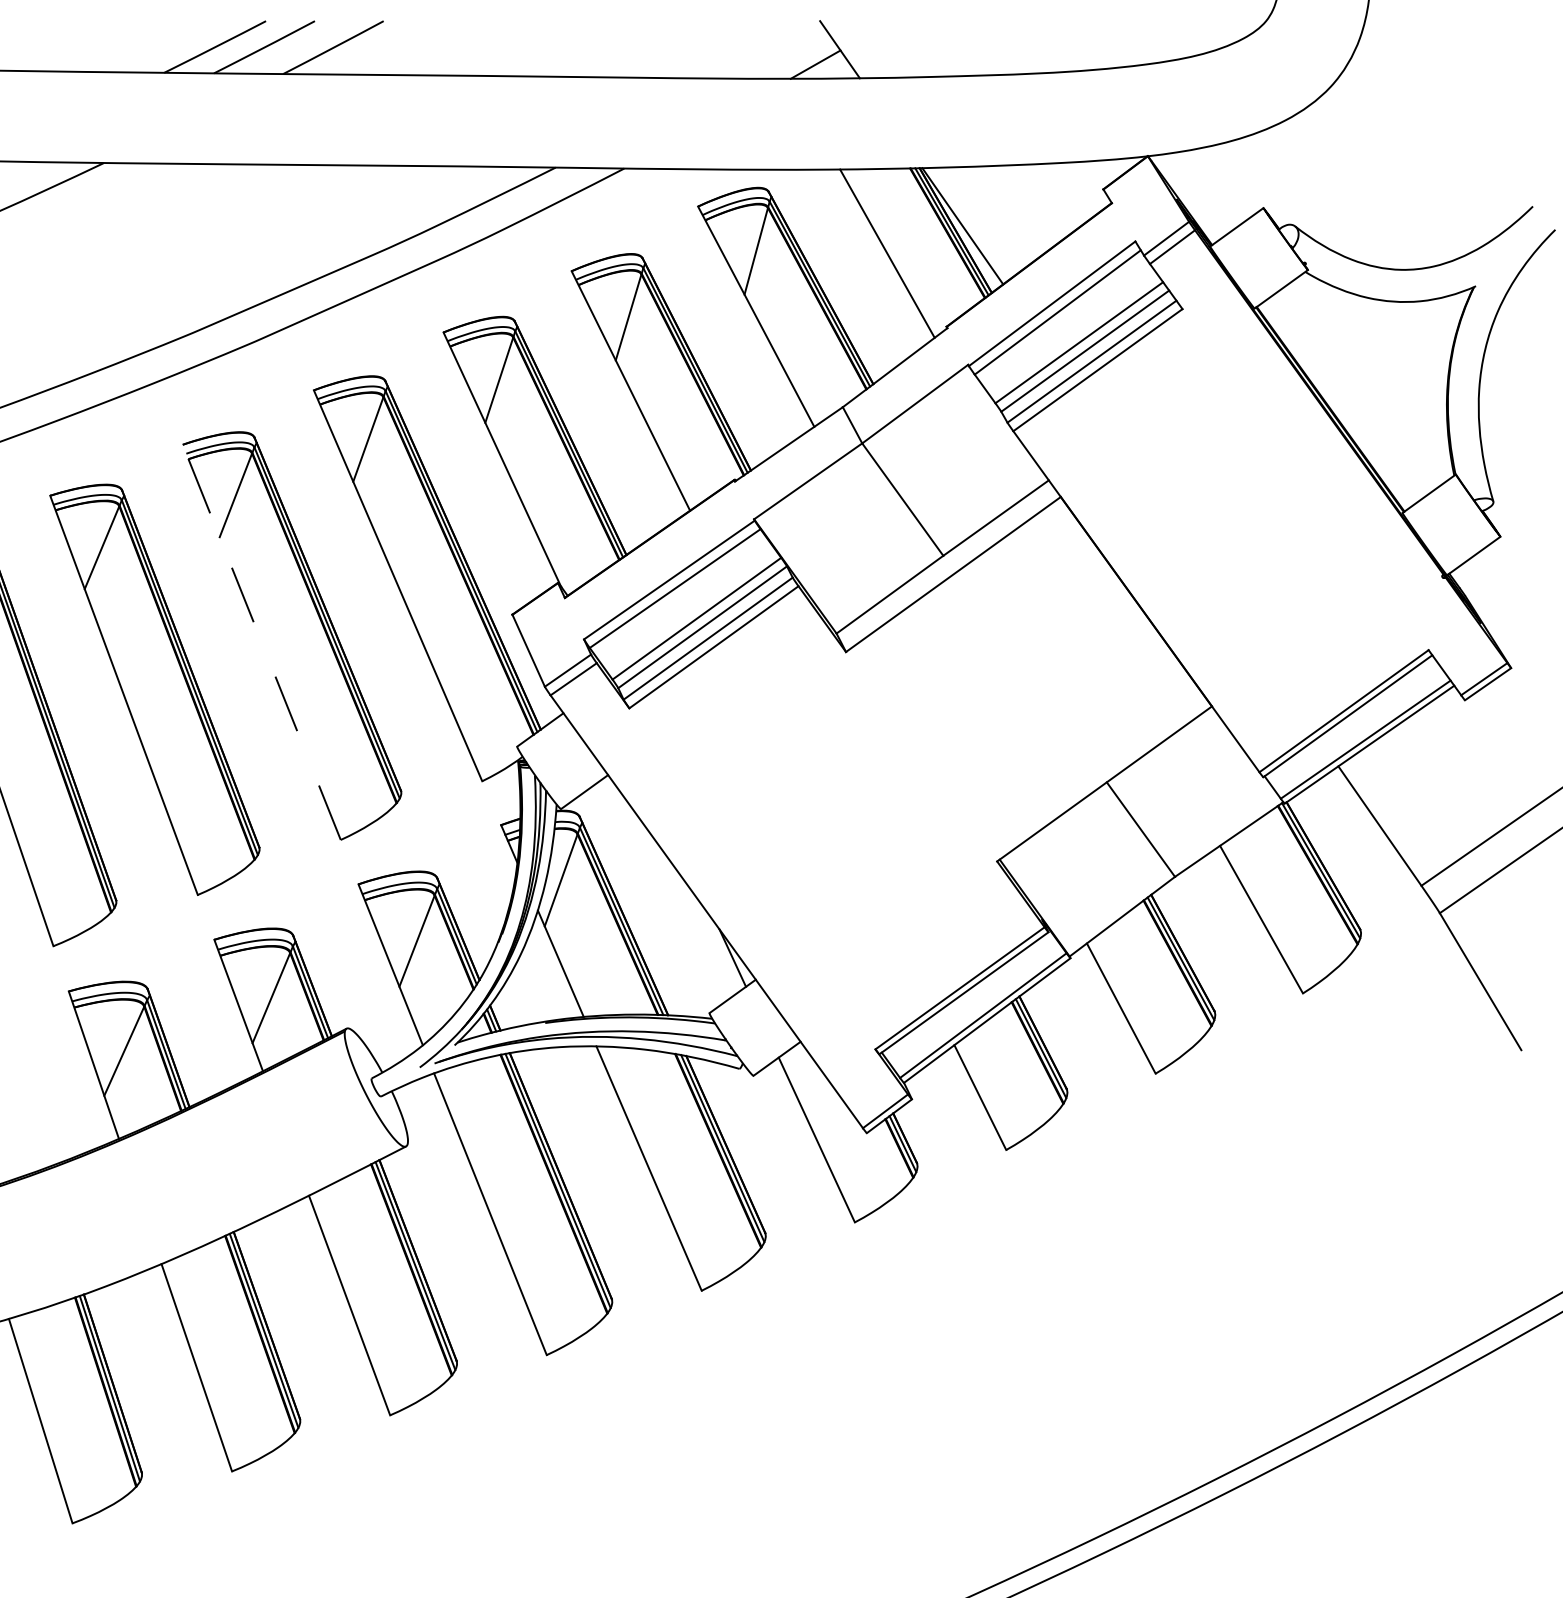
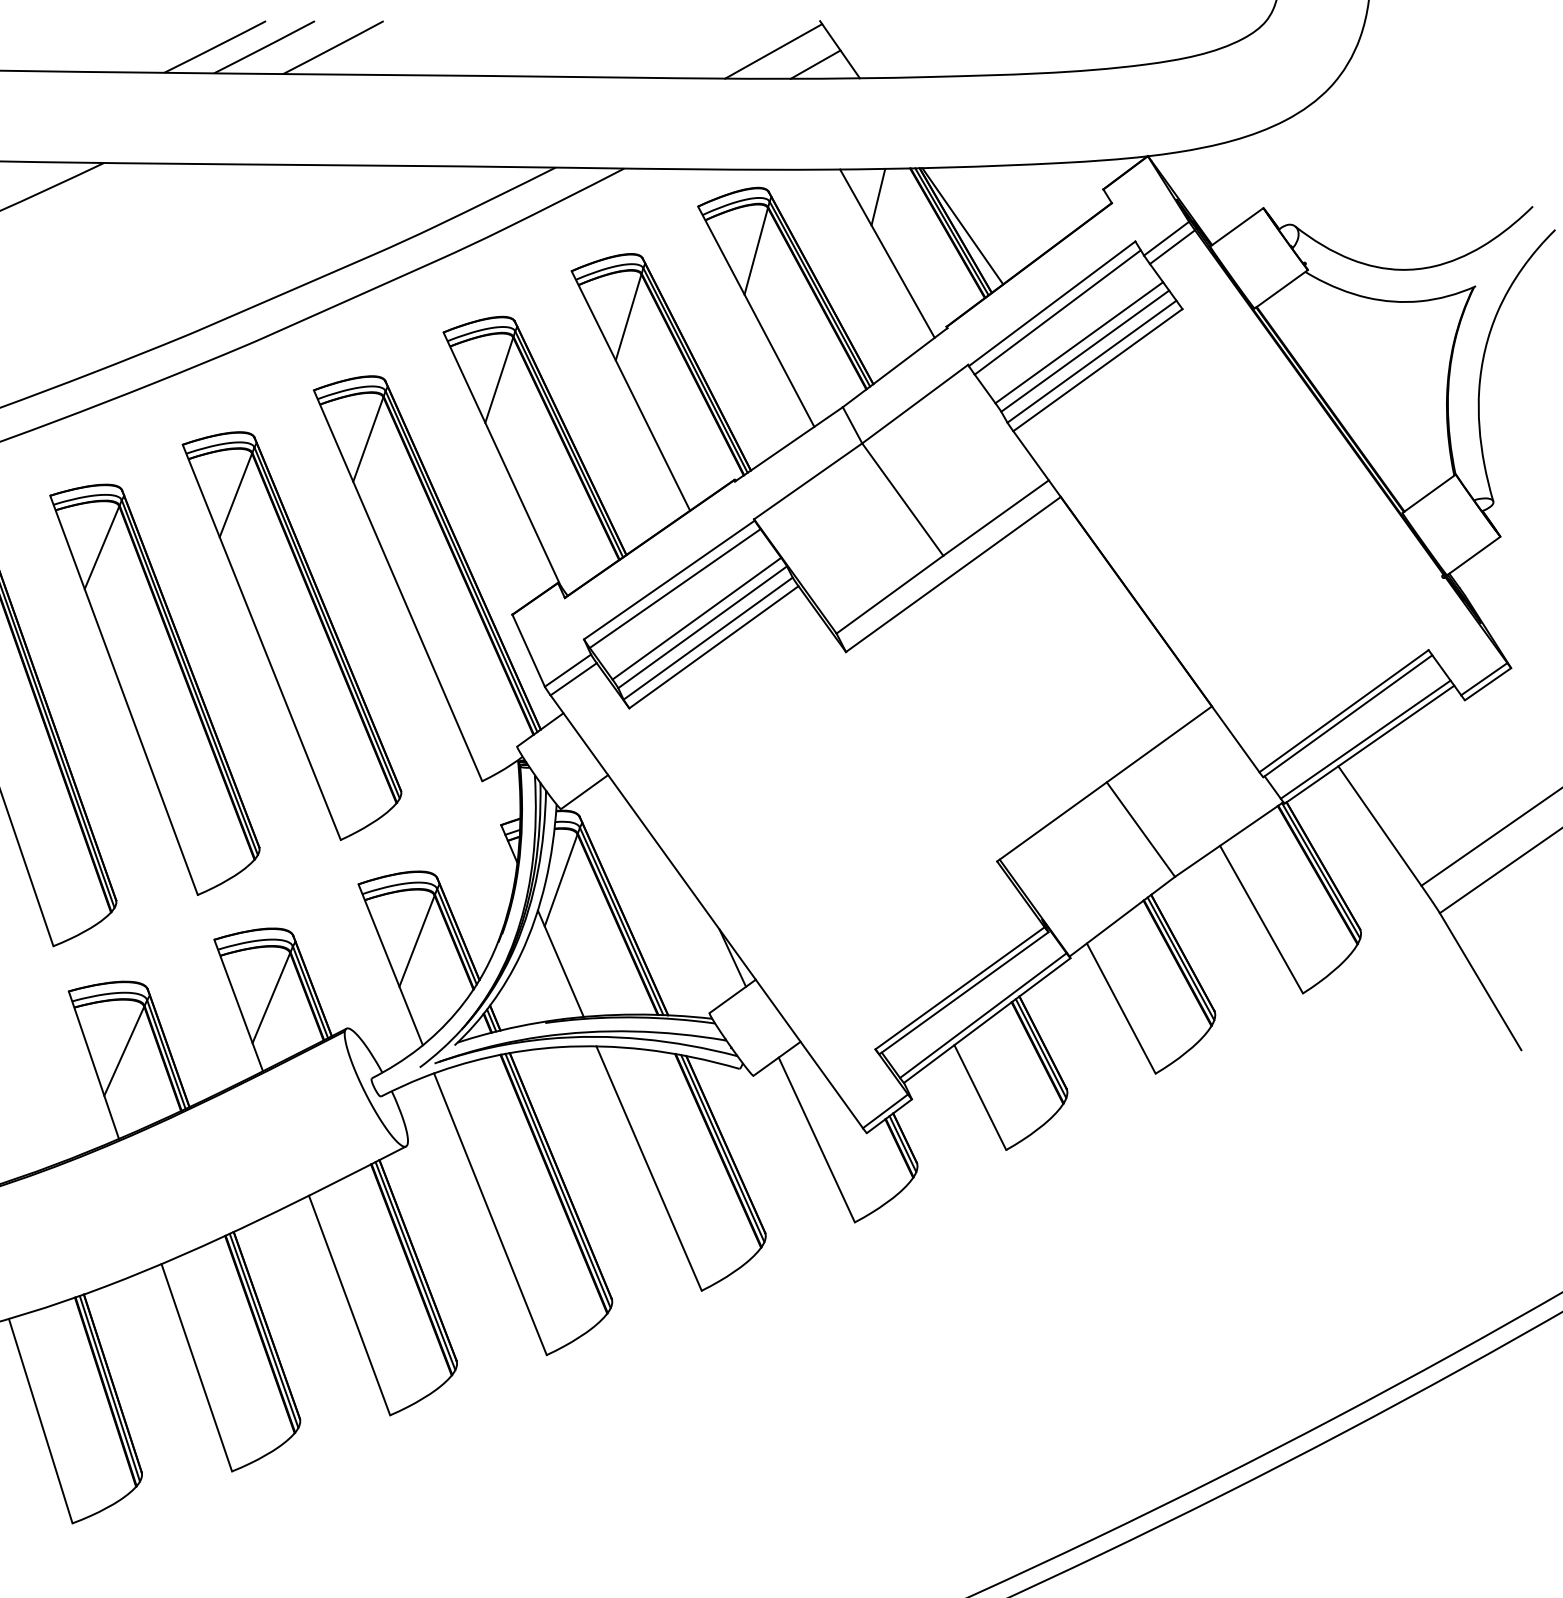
line at (773, 51): none -> present
line at (878, 196): none -> present
line at (261, 642): dashed -> solid
